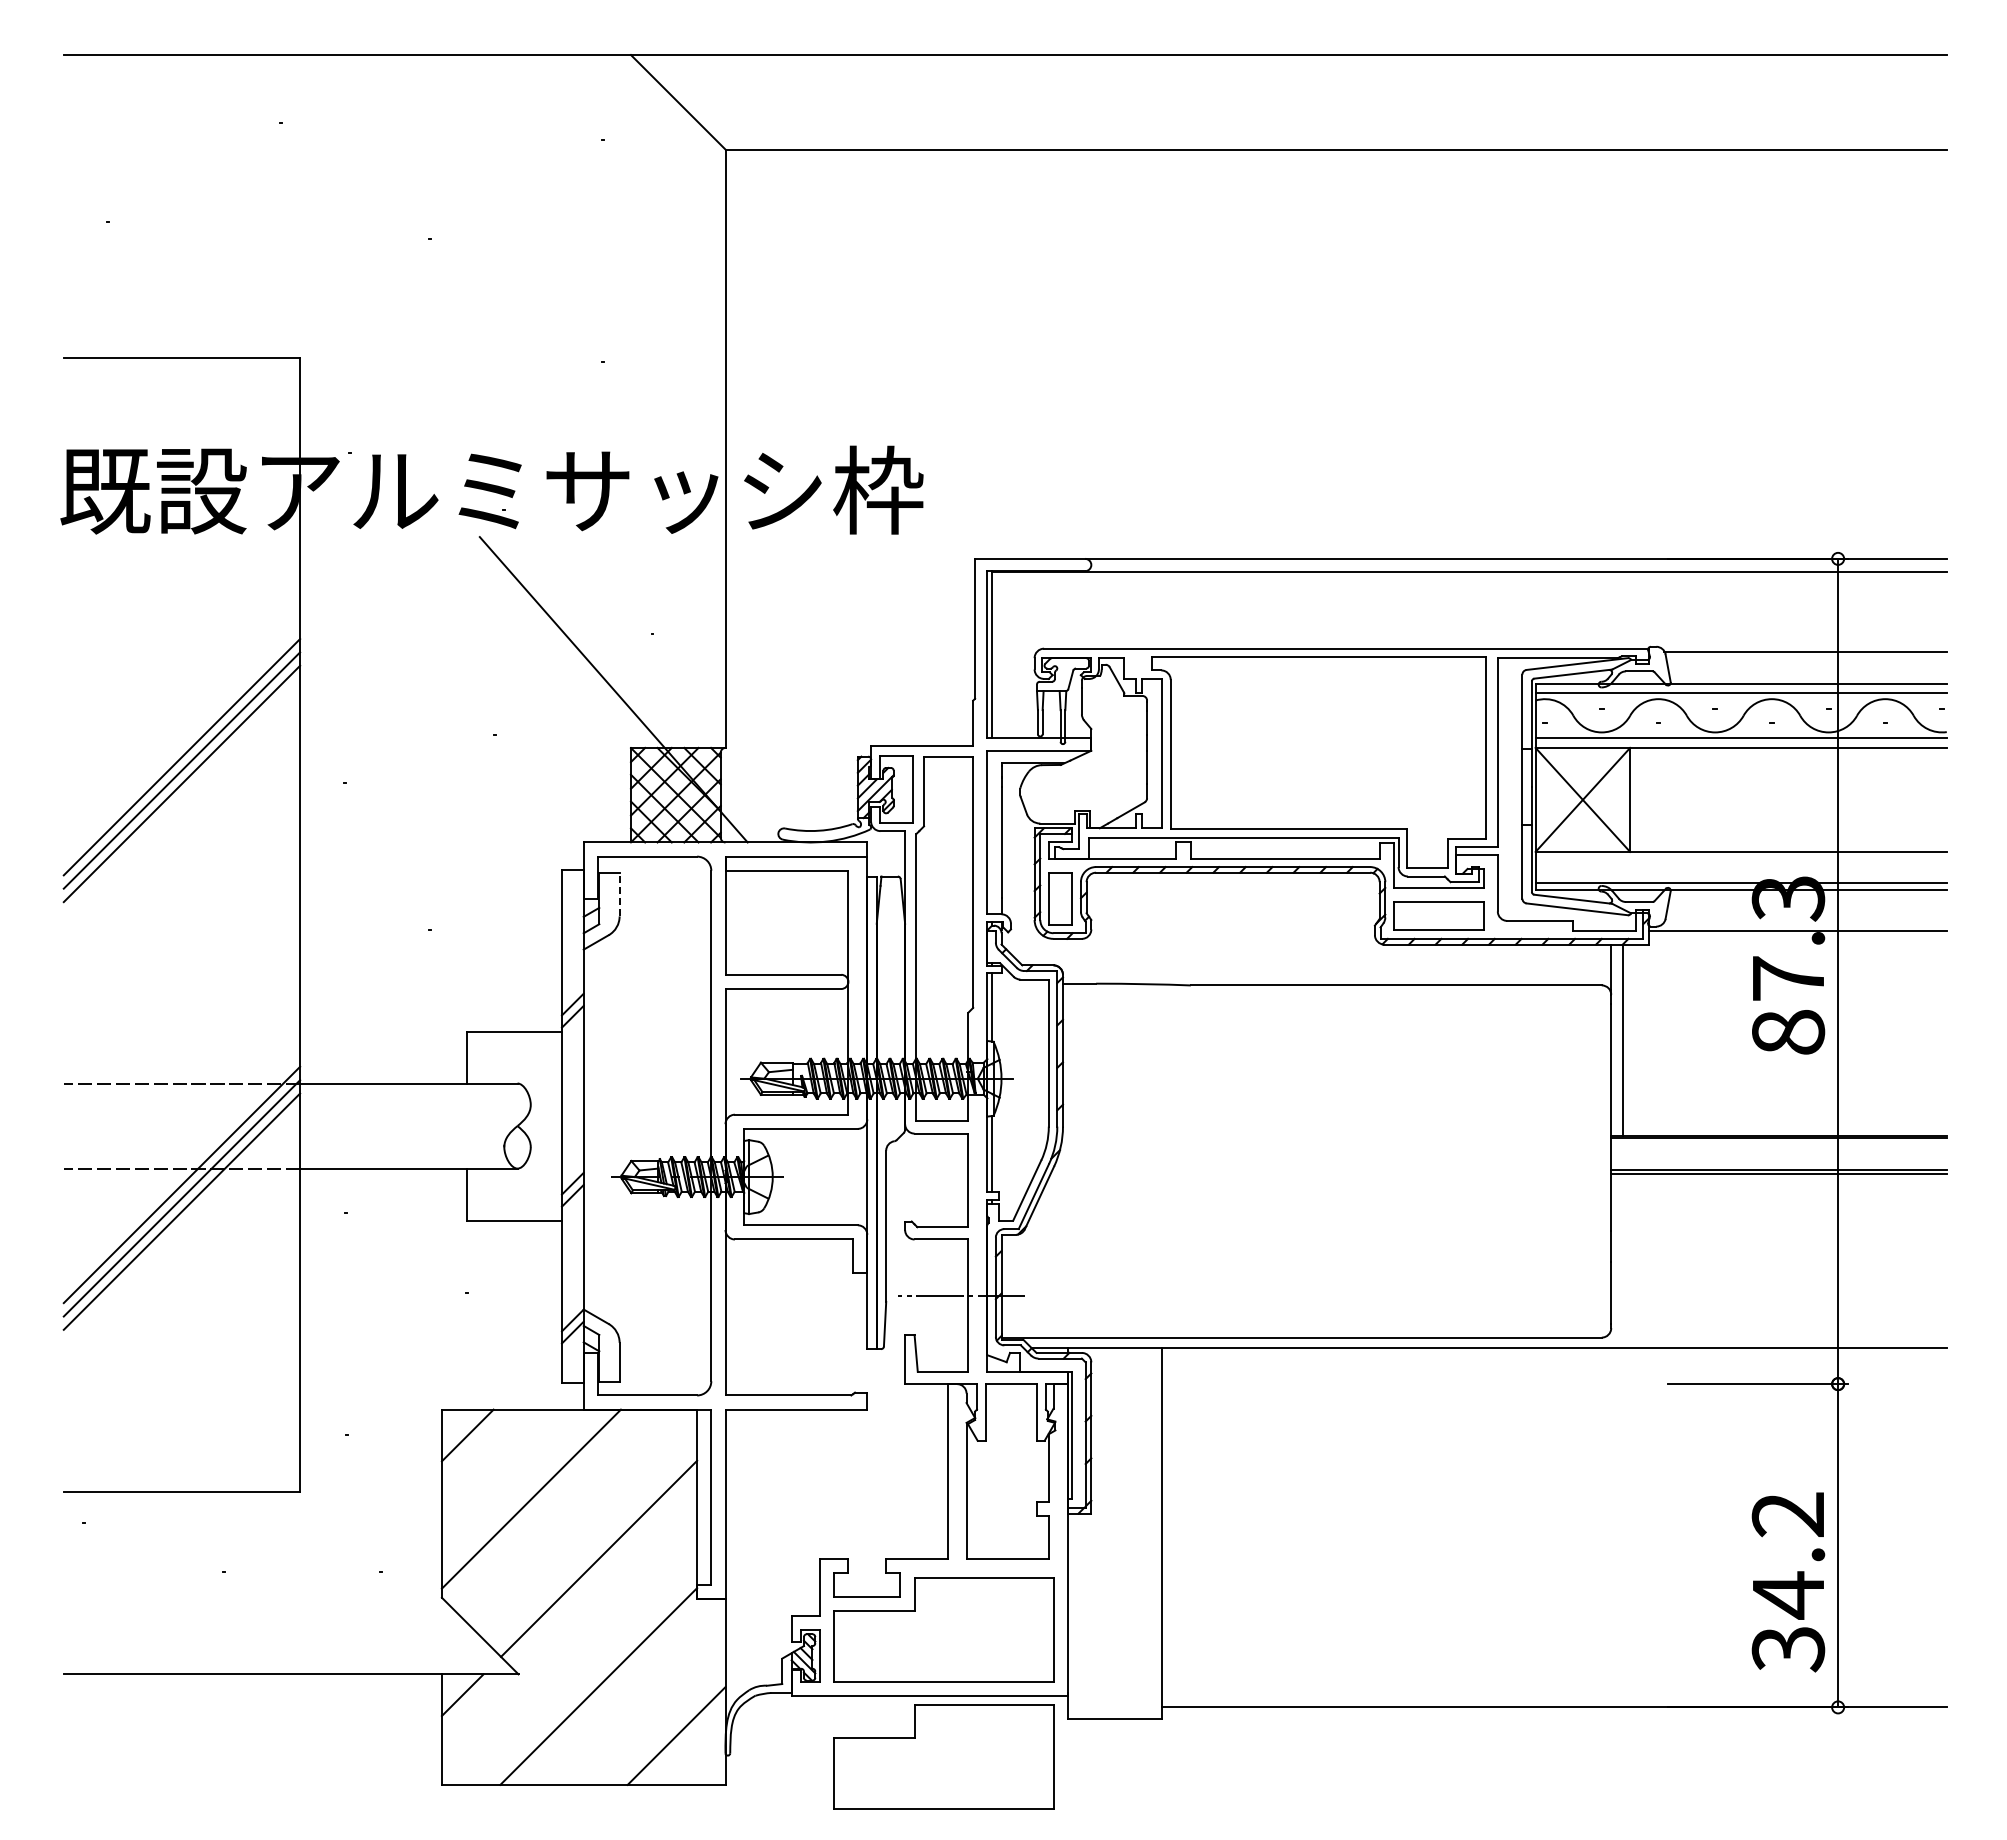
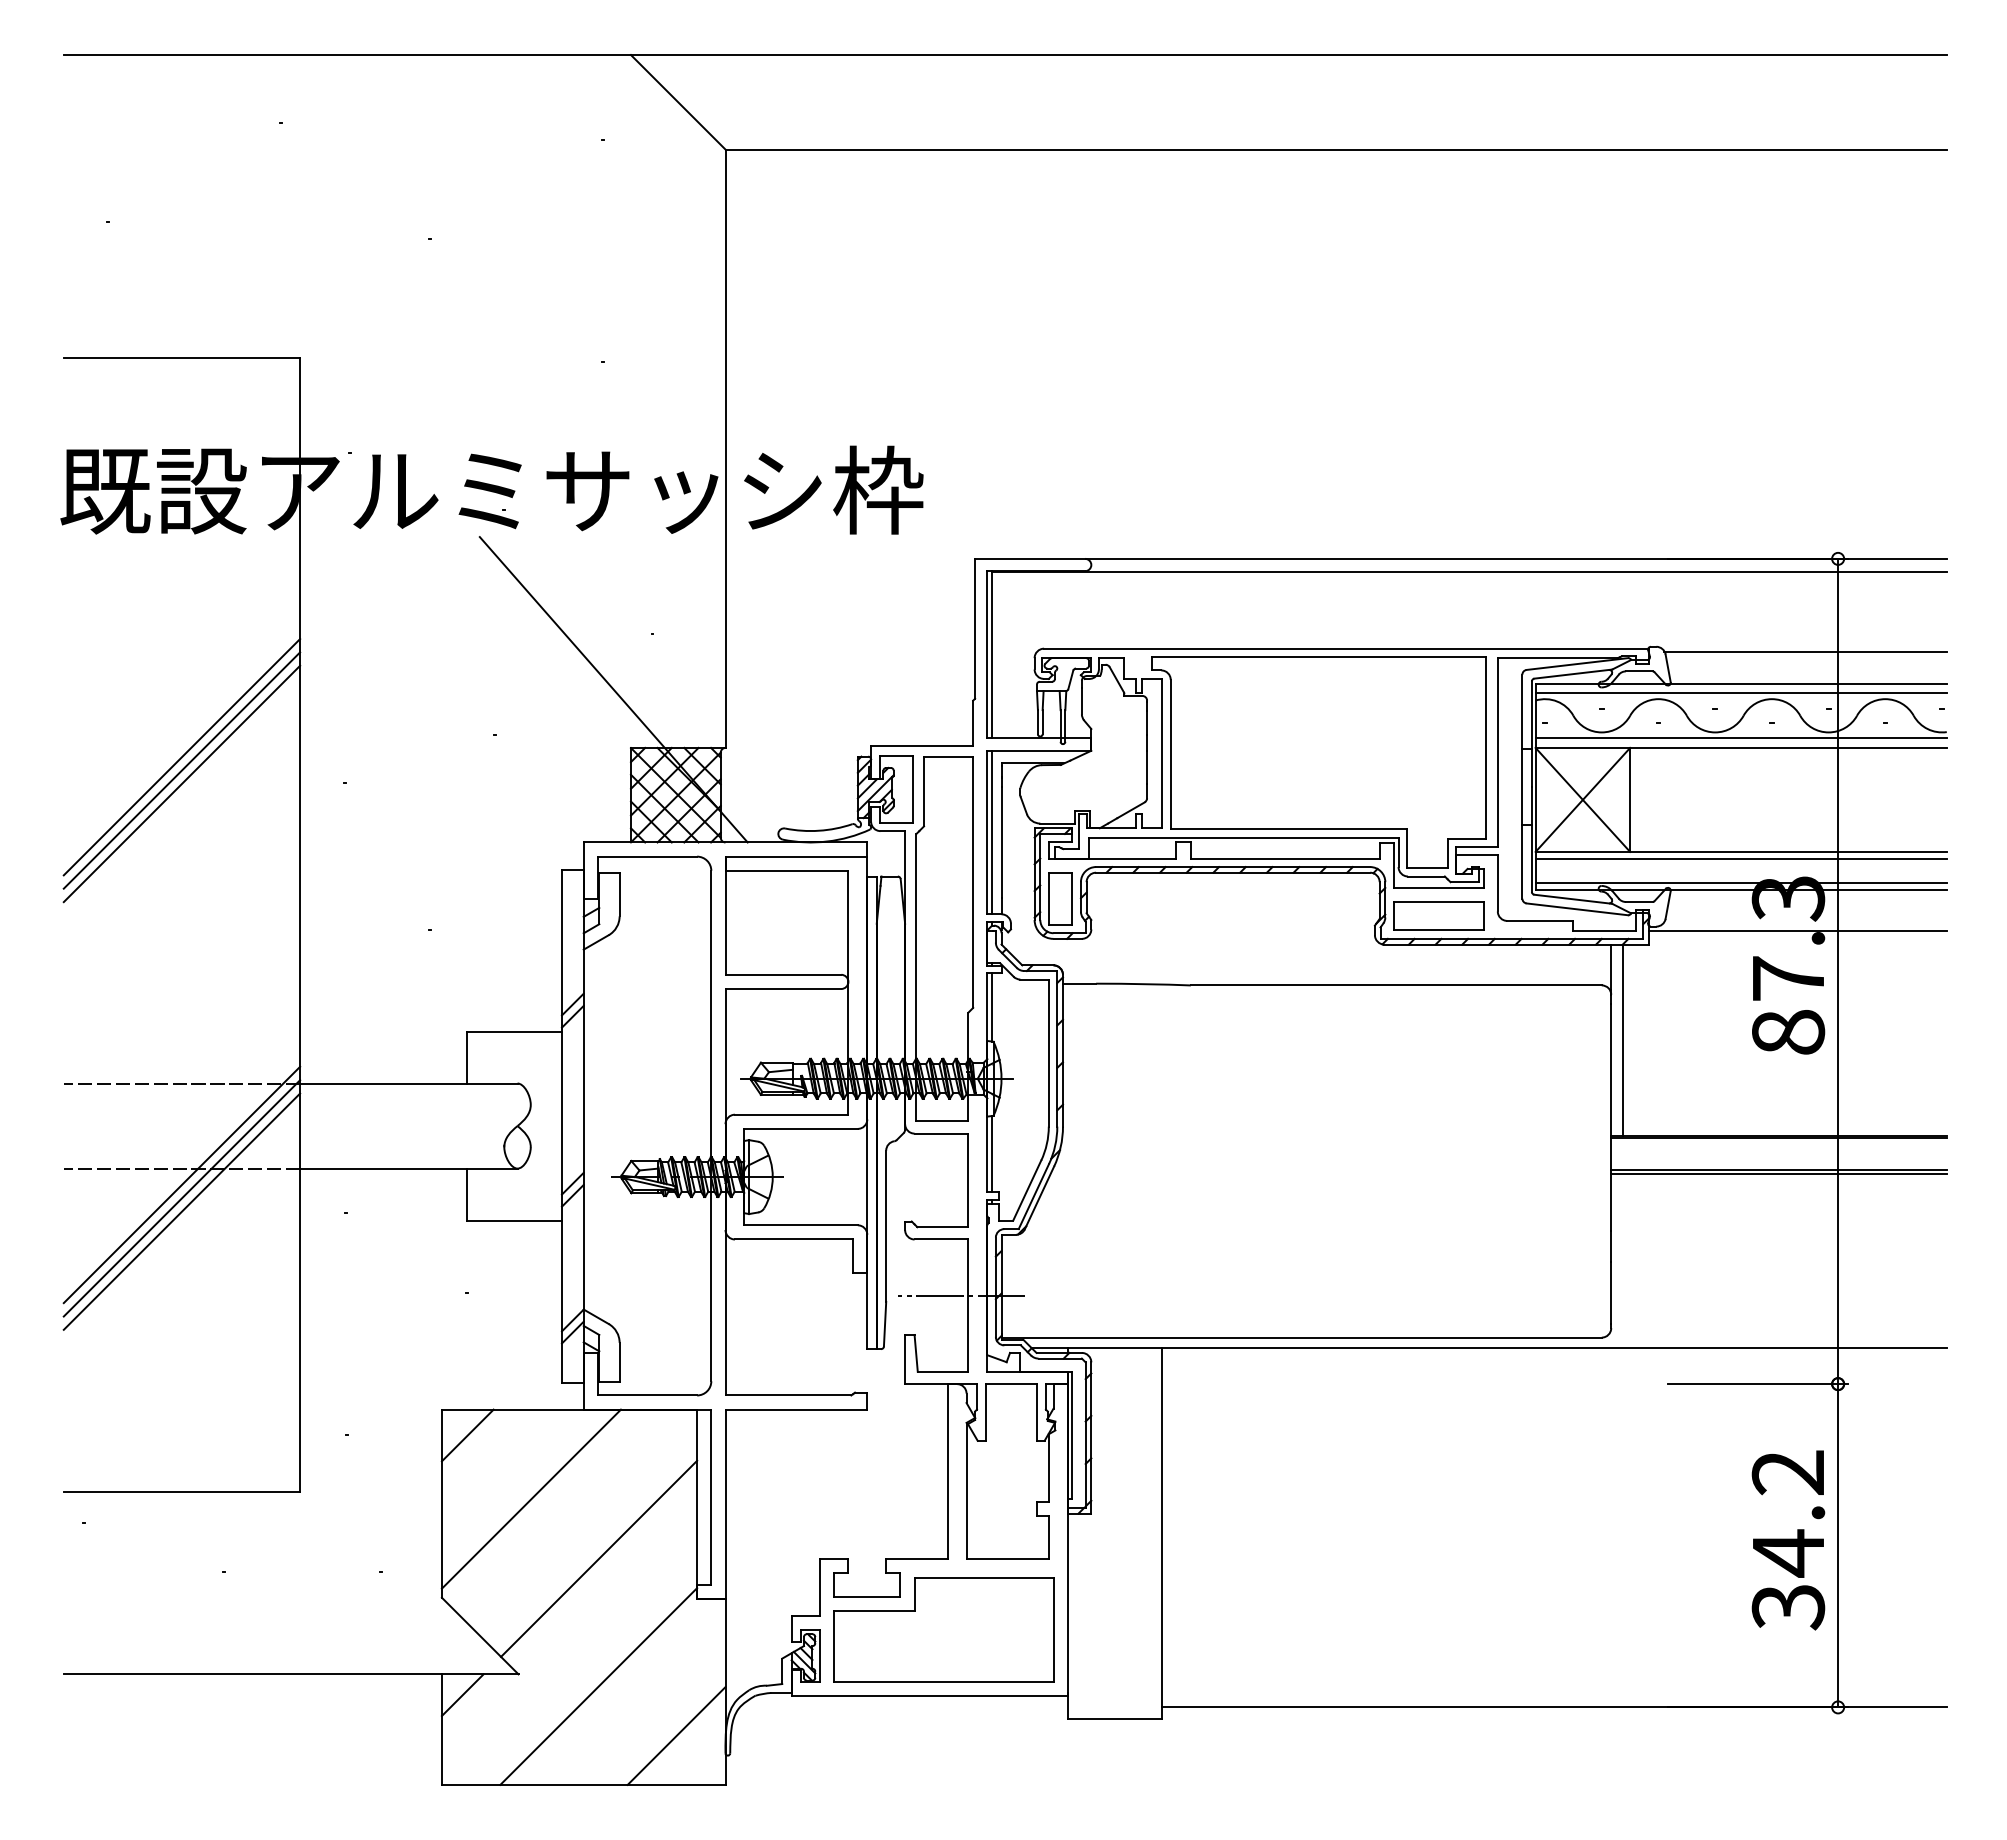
line at (992, 832): none -> present
line at (1740, 858): none -> present
line at (619, 894): dashed -> solid
text at (1788, 1582) position: (1788, 1582) -> (1788, 1540)
part at (943, 1756): present -> none
